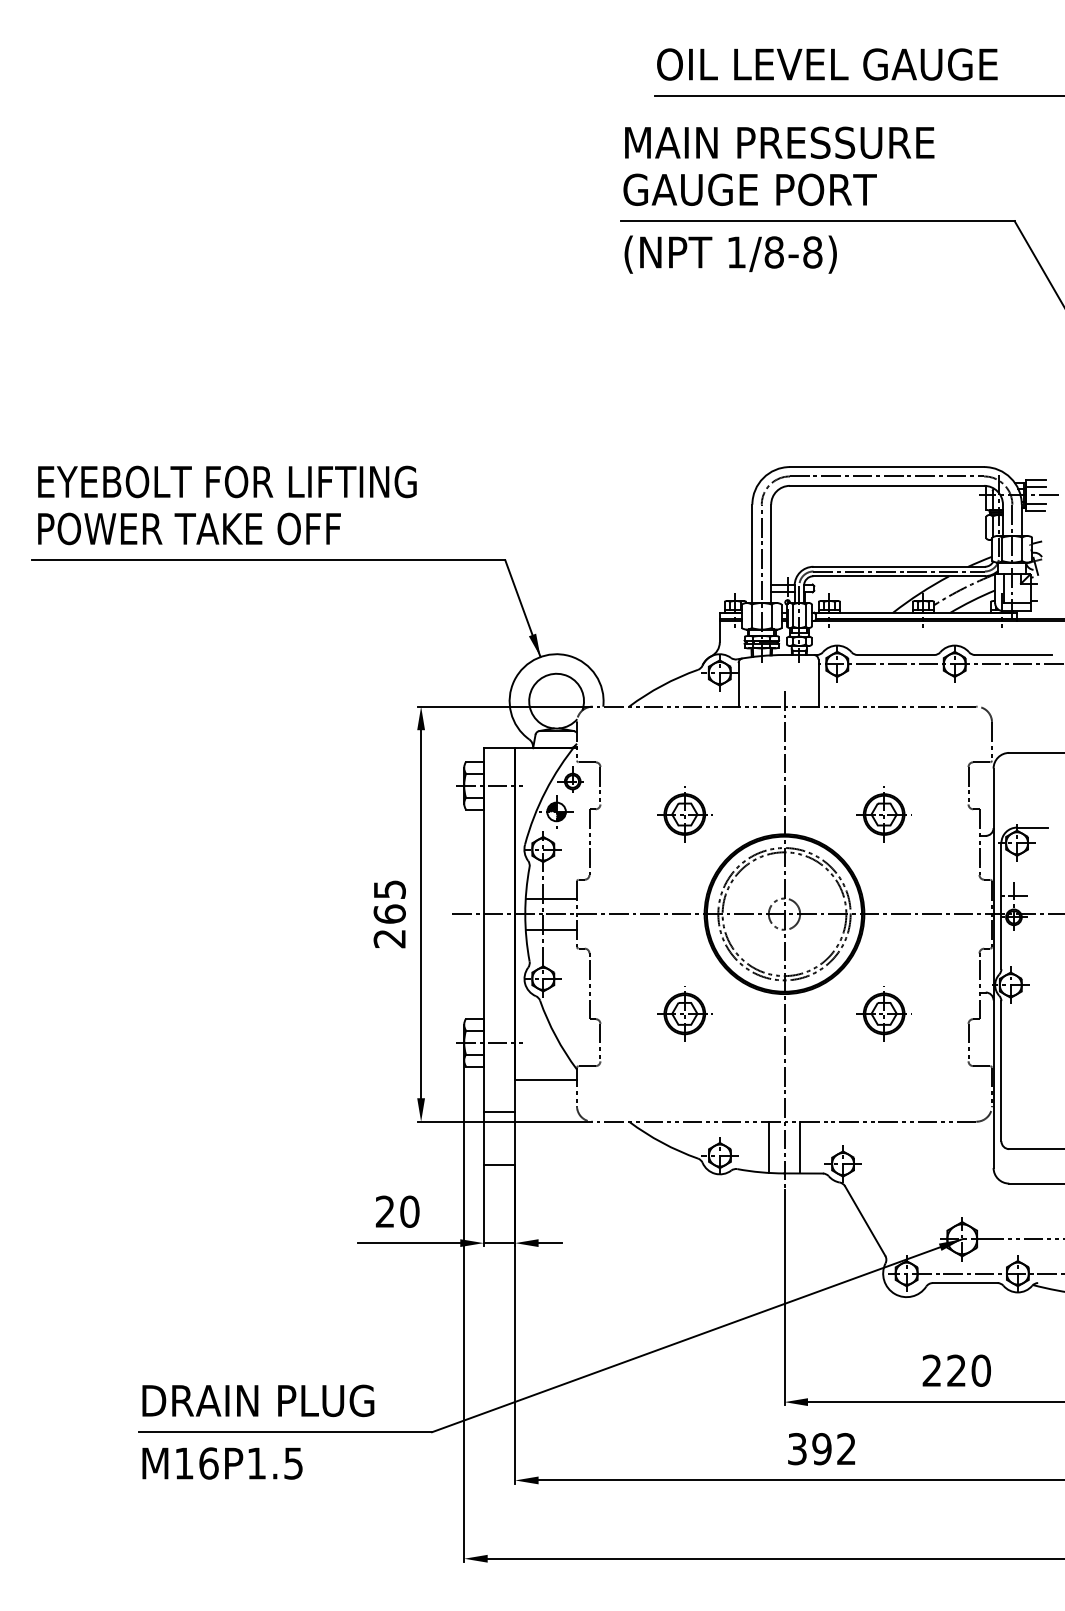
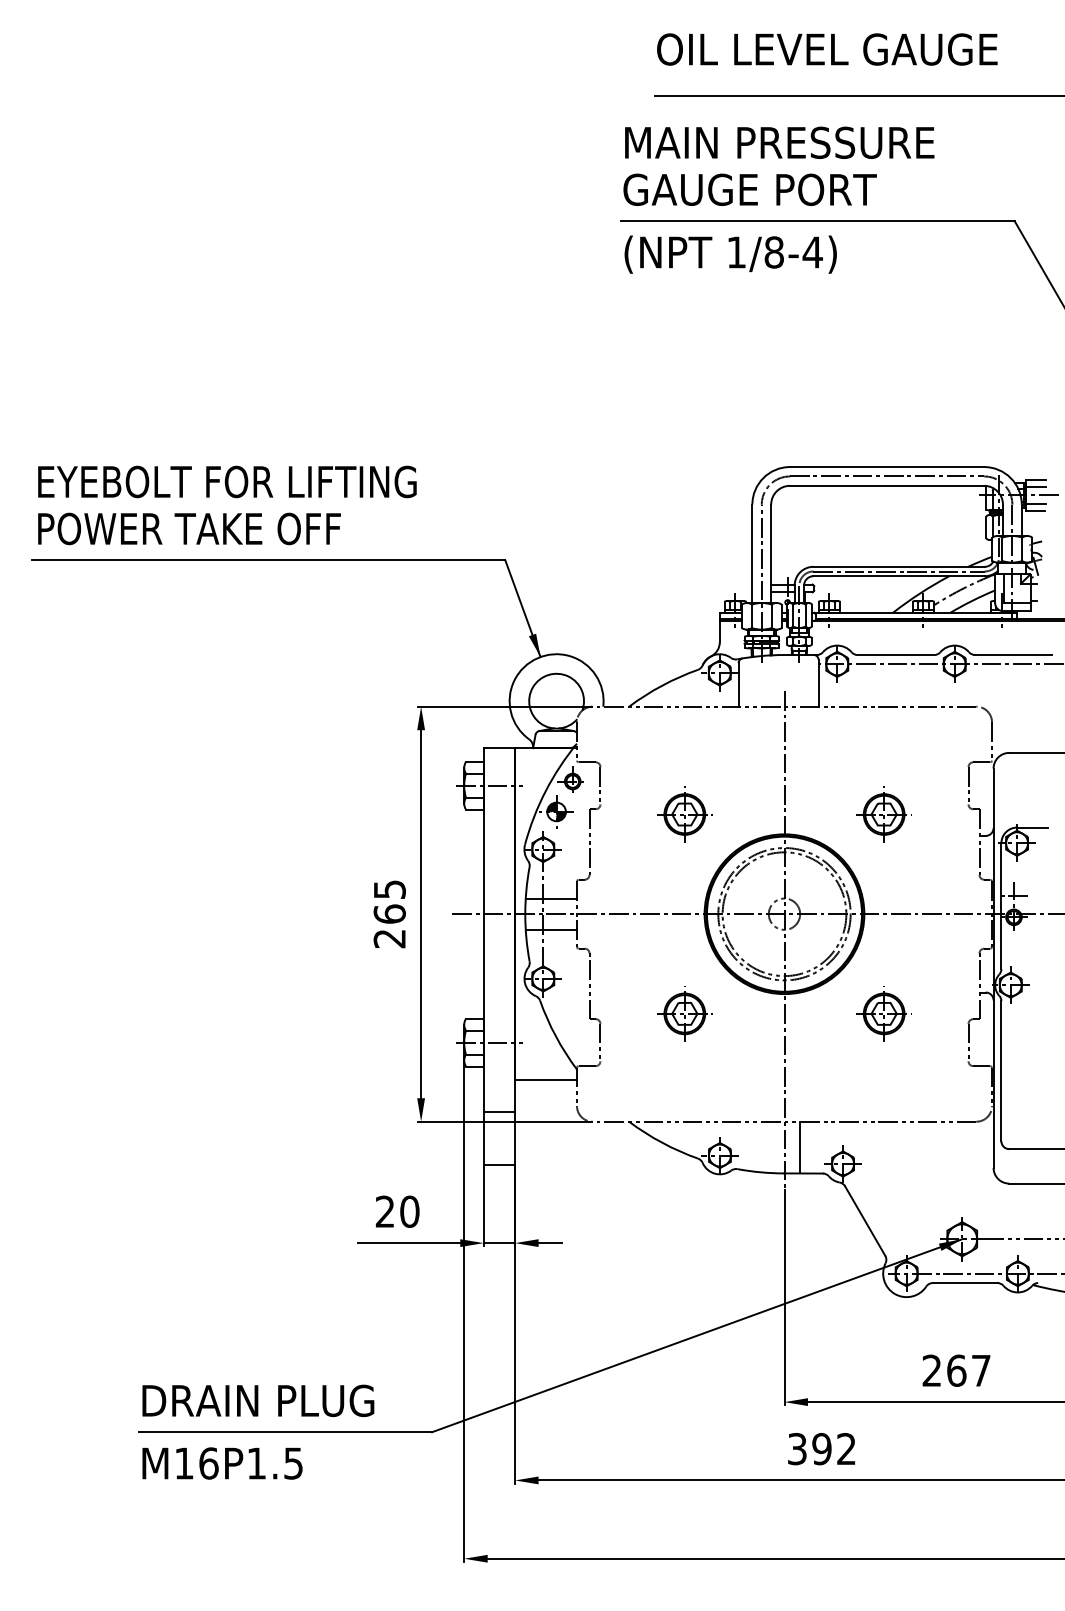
text at (827, 64) position: (827, 64) -> (827, 49)
text at (812, 252): 1/8-8) -> 1/8-4)
line at (768, 1146): present -> none
text at (968, 1370): 220 -> 267
